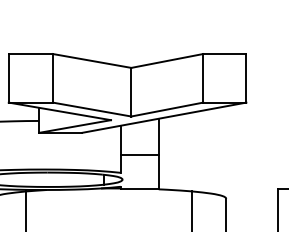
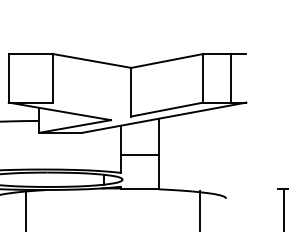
line at (246, 78) position: (246, 78) -> (231, 78)
line at (91, 109): present -> none
line at (278, 208) position: (278, 208) -> (284, 208)
line at (192, 209) position: (192, 209) -> (200, 209)
line at (226, 213): present -> none
